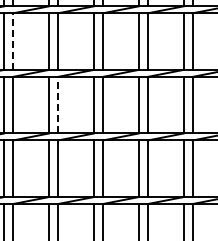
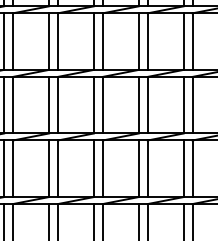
line at (13, 41): dashed -> solid
line at (57, 104): dashed -> solid
